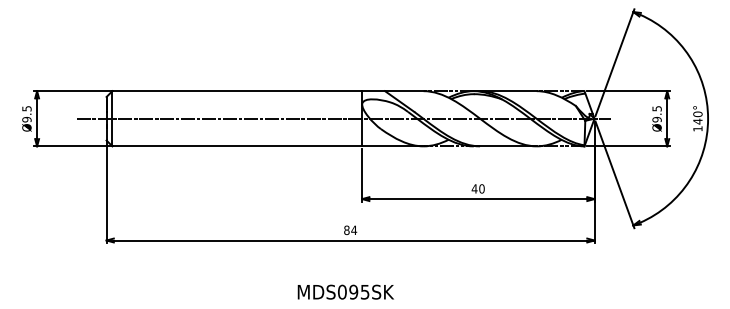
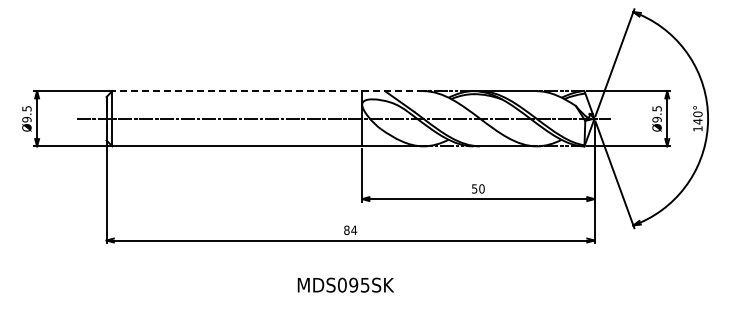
line at (267, 91): solid -> dashed
text at (474, 188): 40 -> 50
text at (345, 291) position: (345, 291) -> (345, 284)
